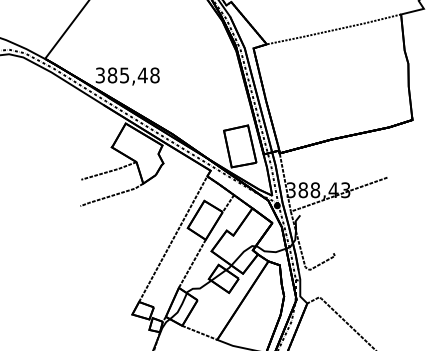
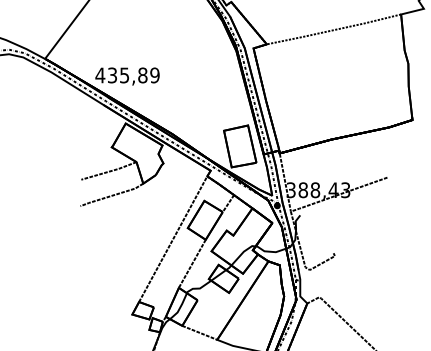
text at (127, 75): 385,48 -> 435,89
